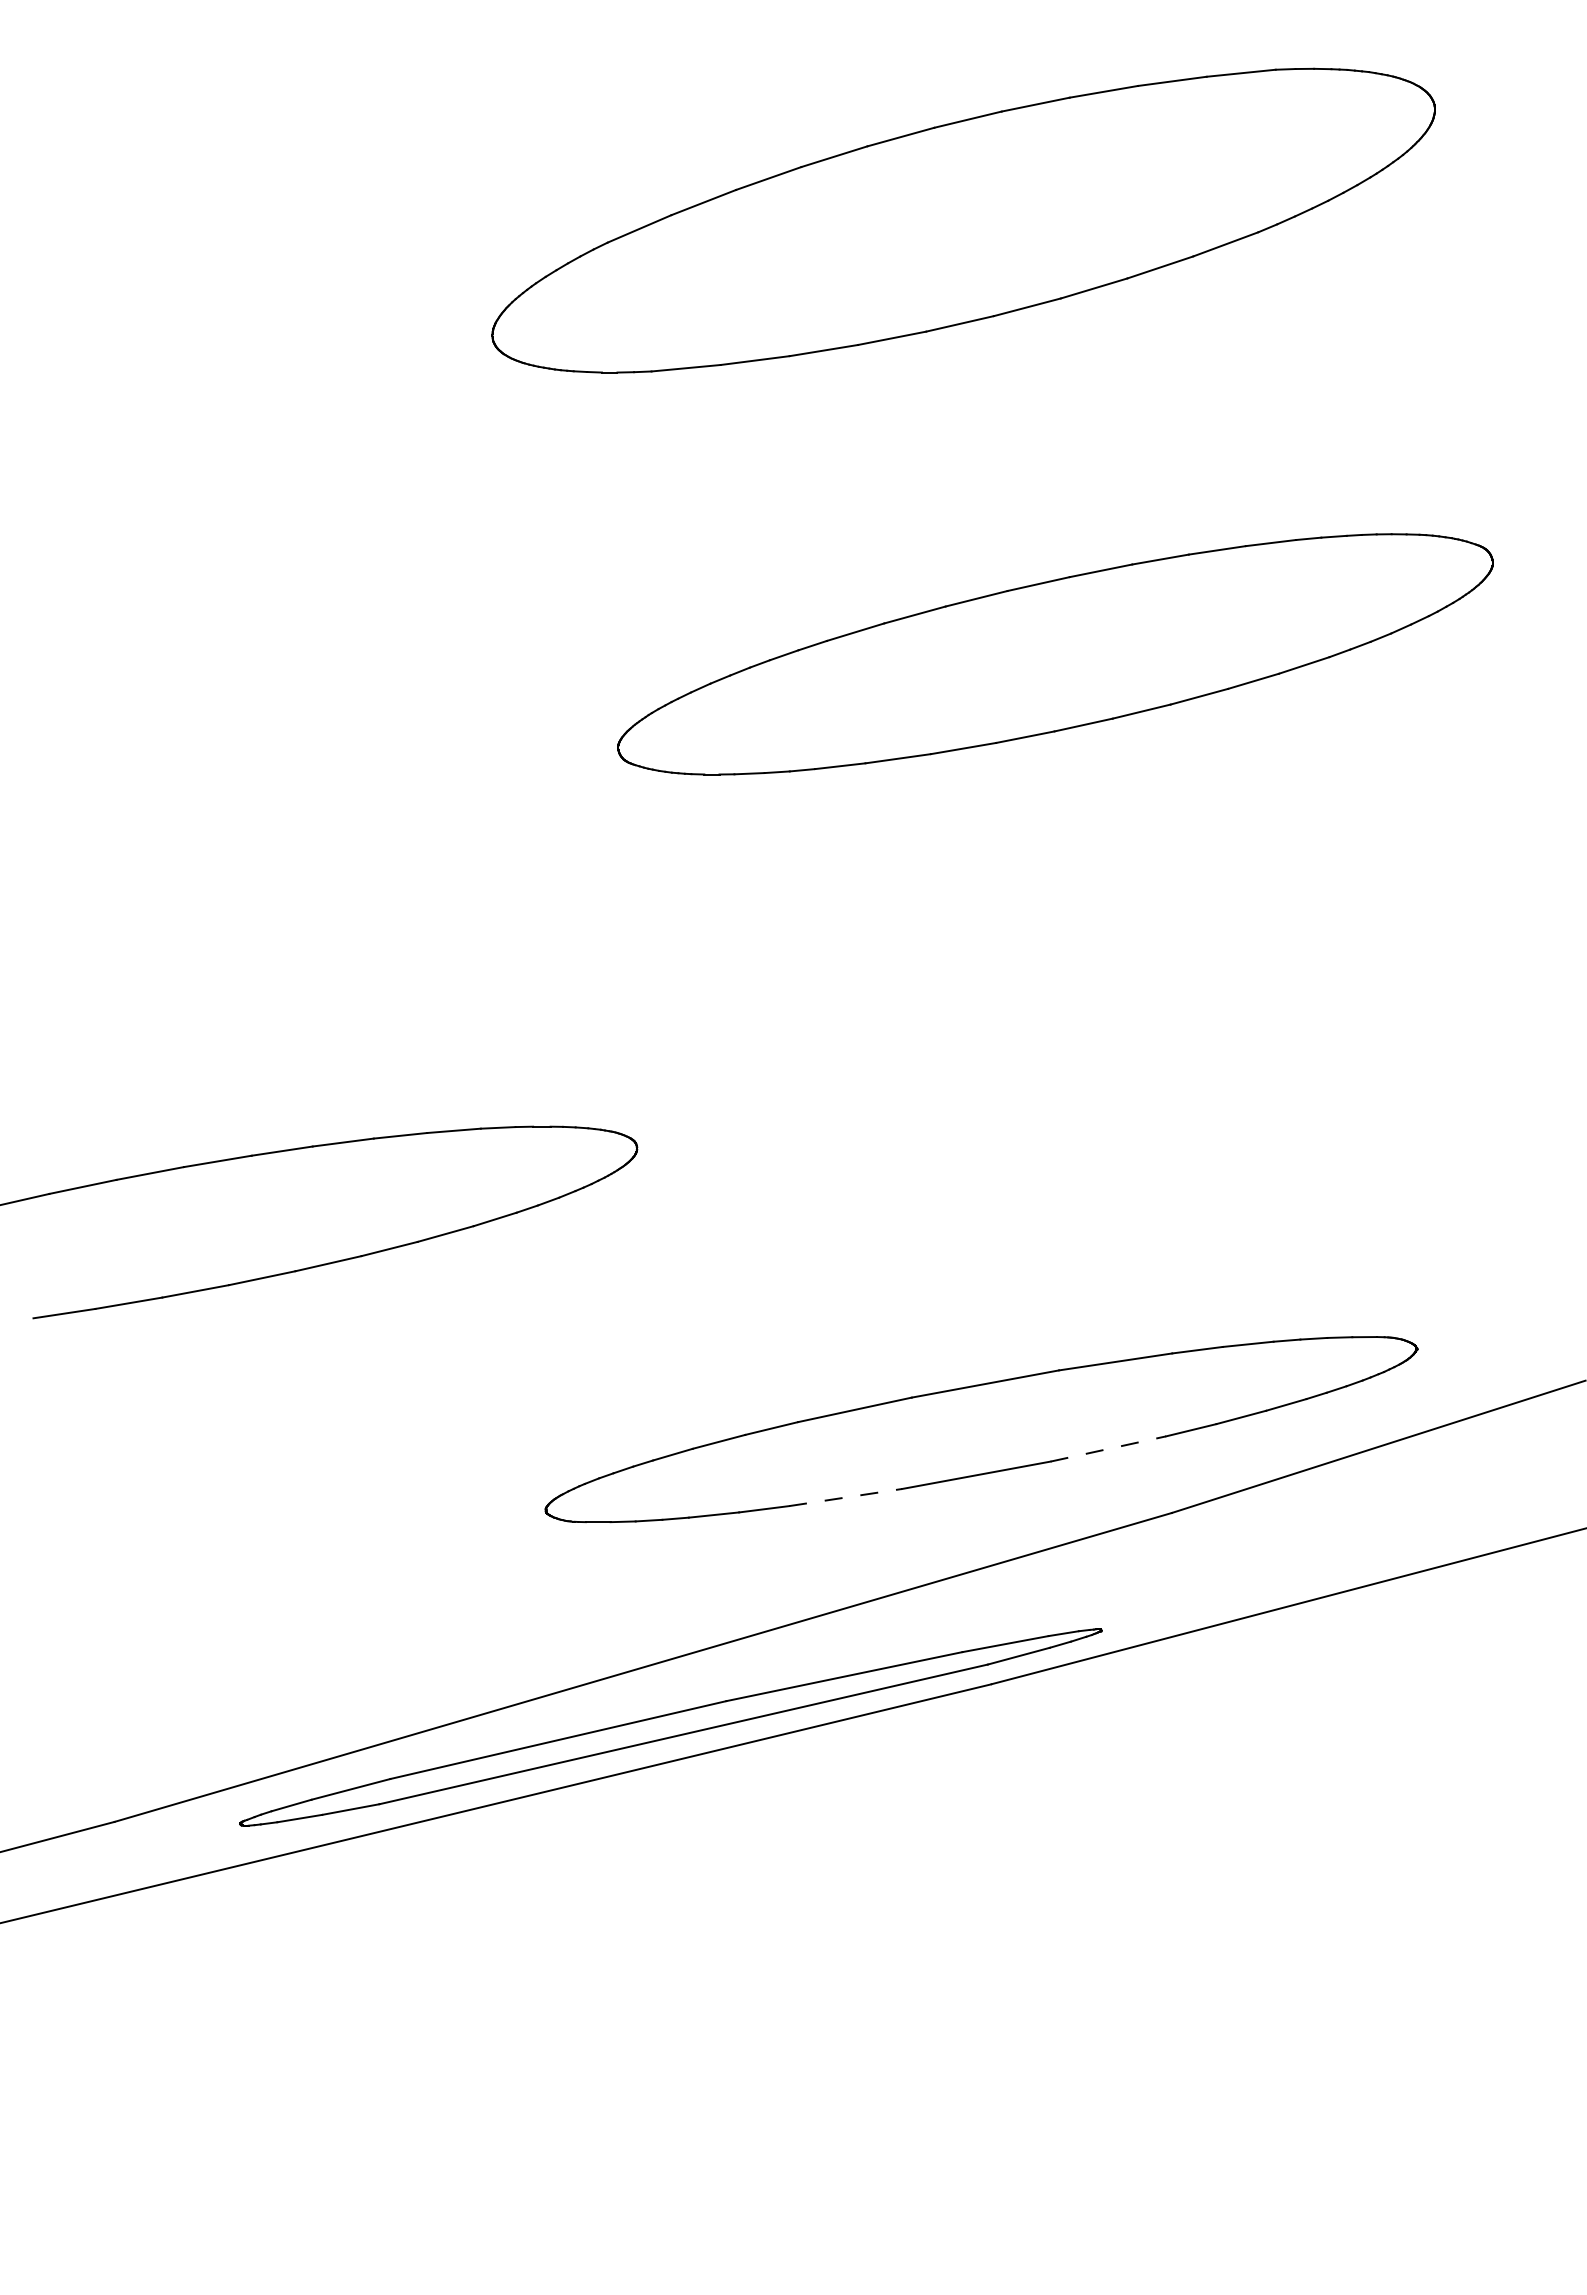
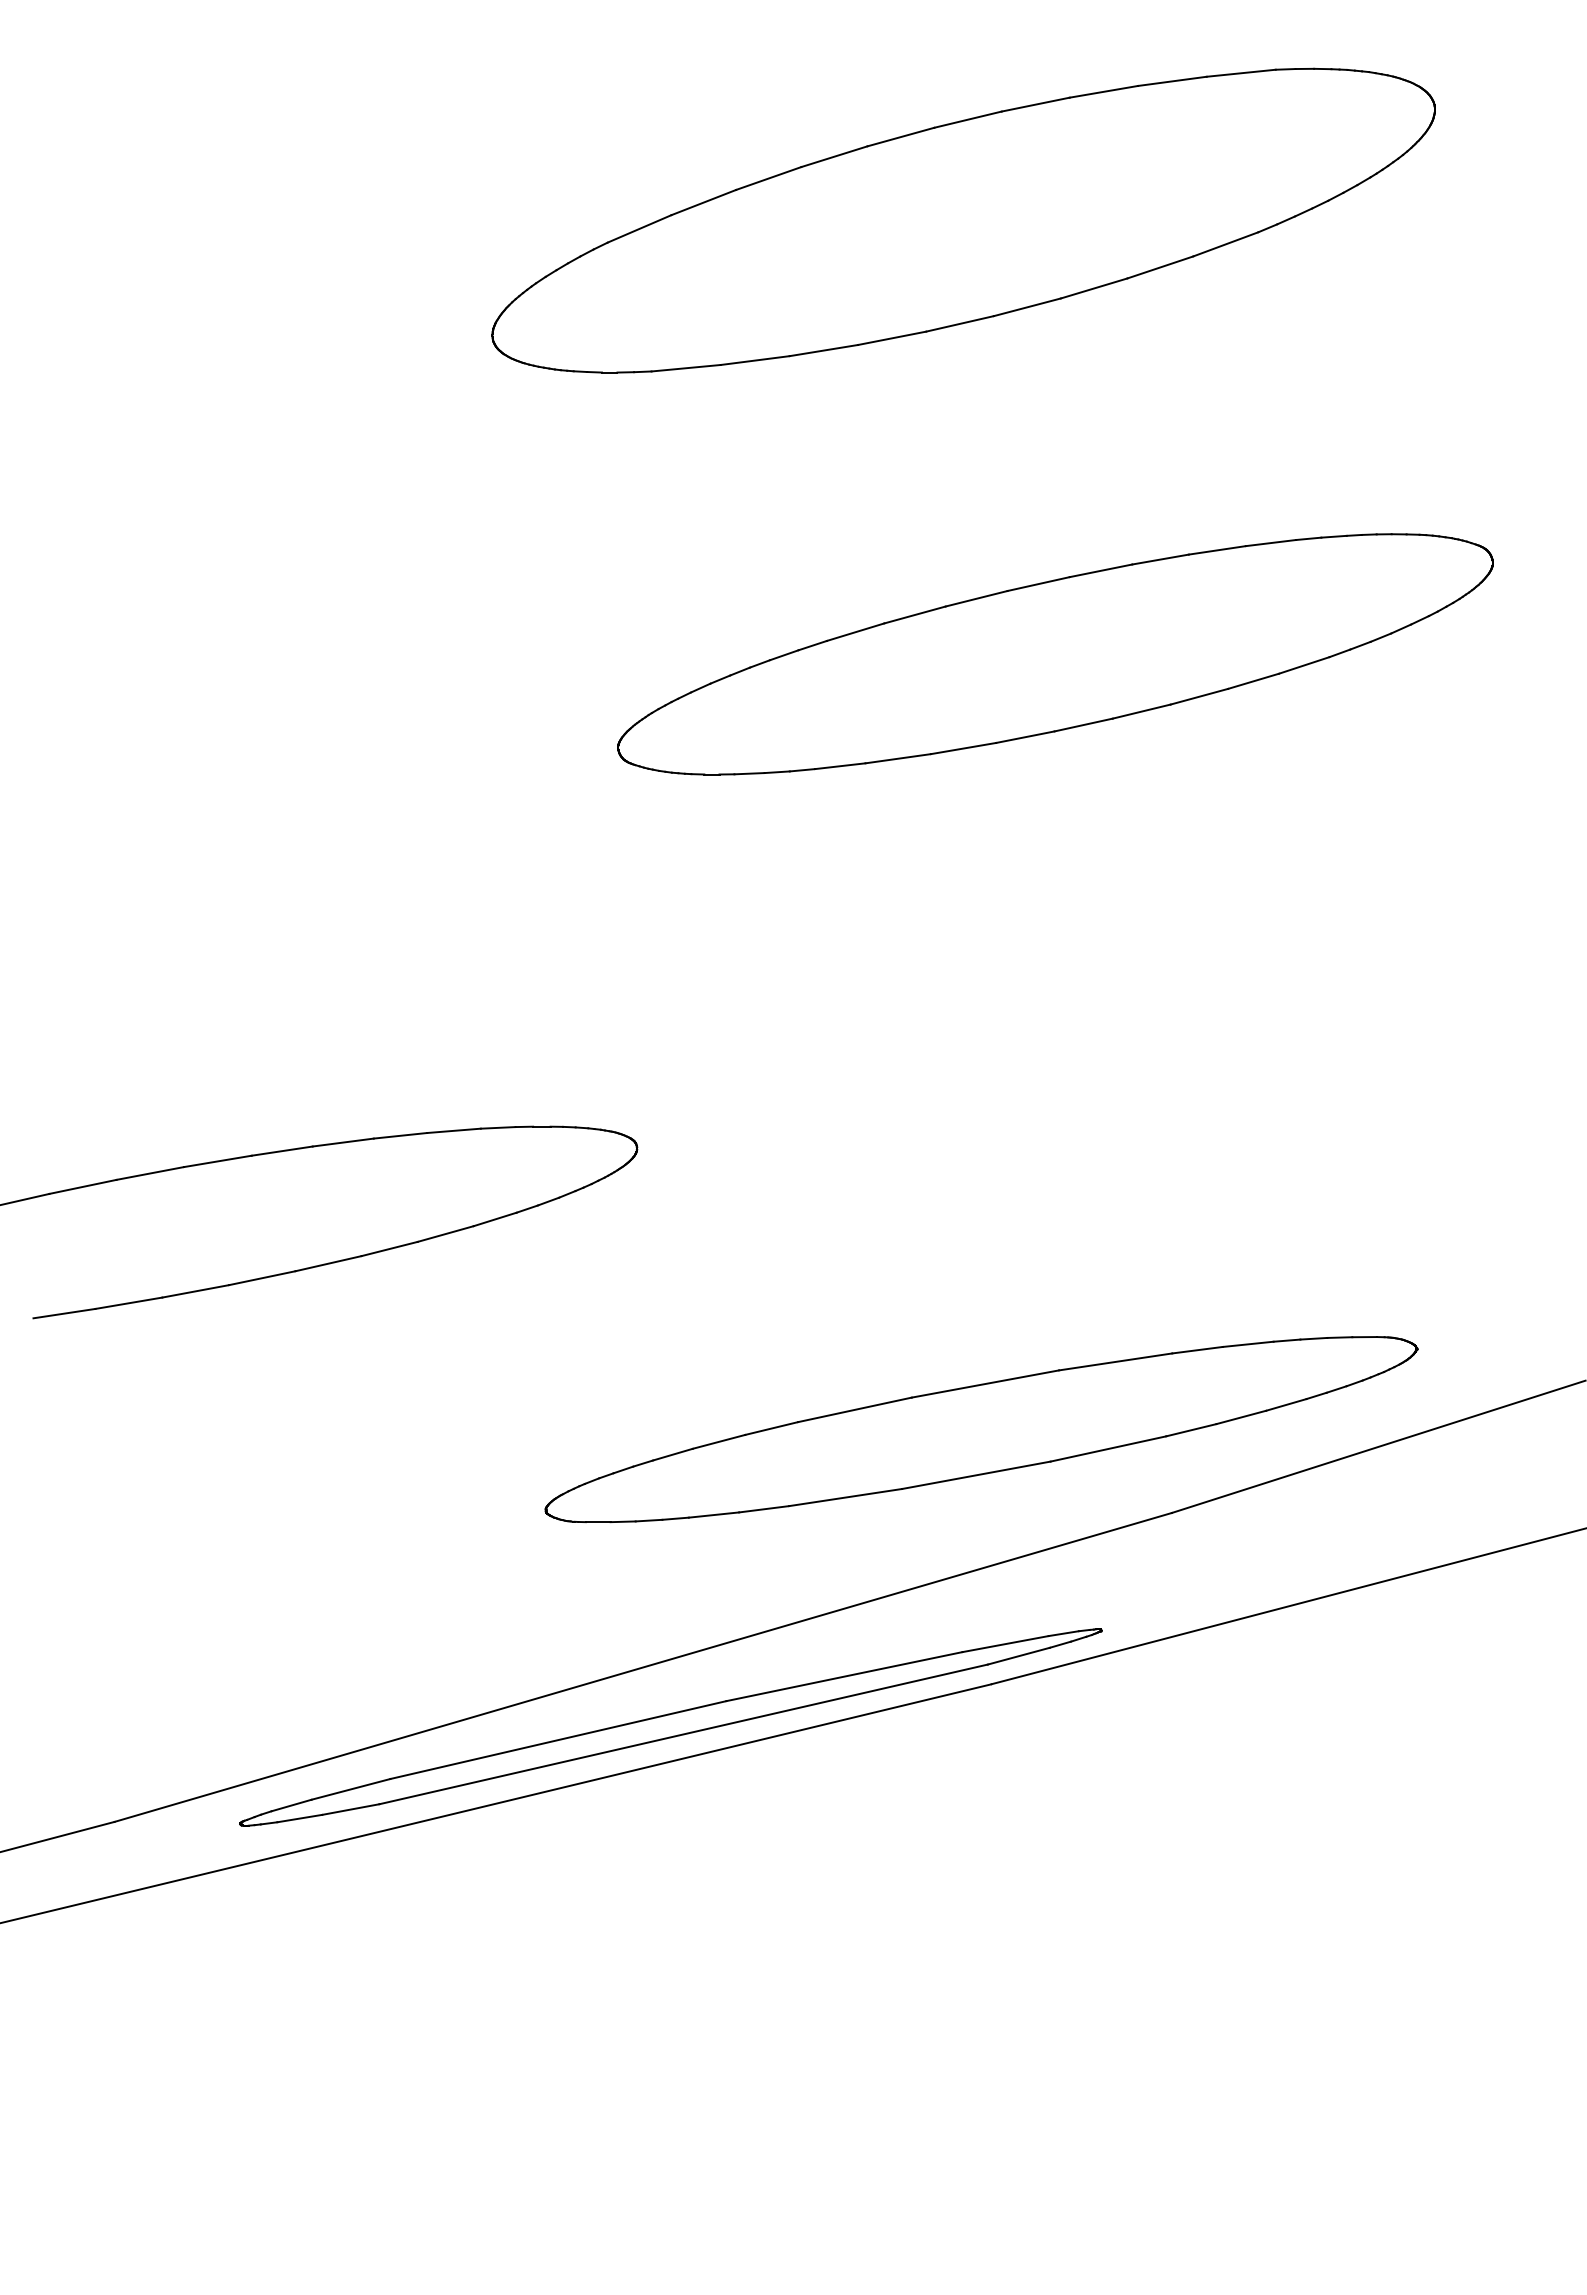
line at (1108, 1448): dashed -> solid
line at (846, 1497): dashed -> solid
